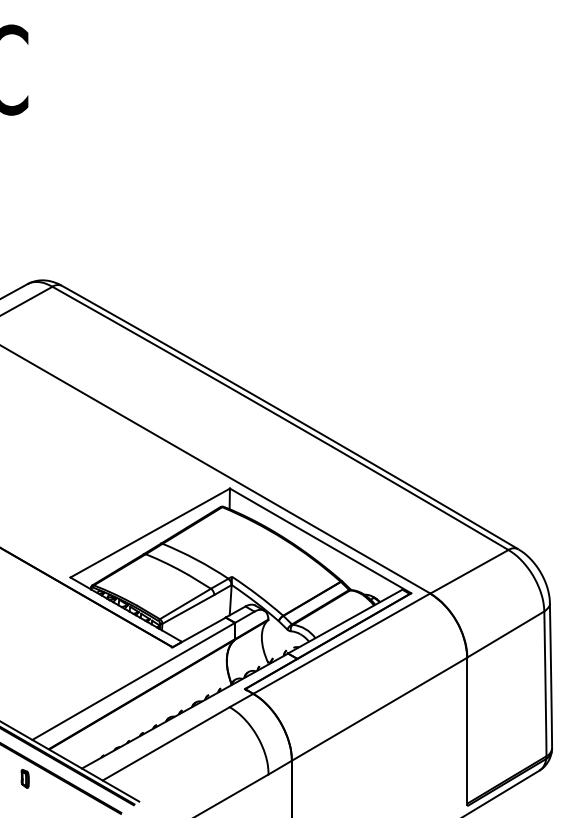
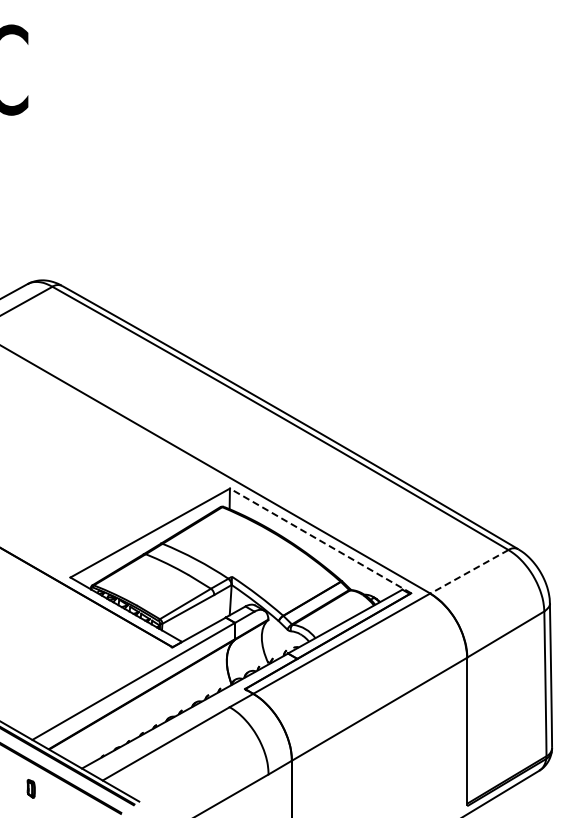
line at (320, 540): solid -> dashed
line at (469, 571): solid -> dashed
part at (24, 778) position: (24, 778) -> (30, 788)
